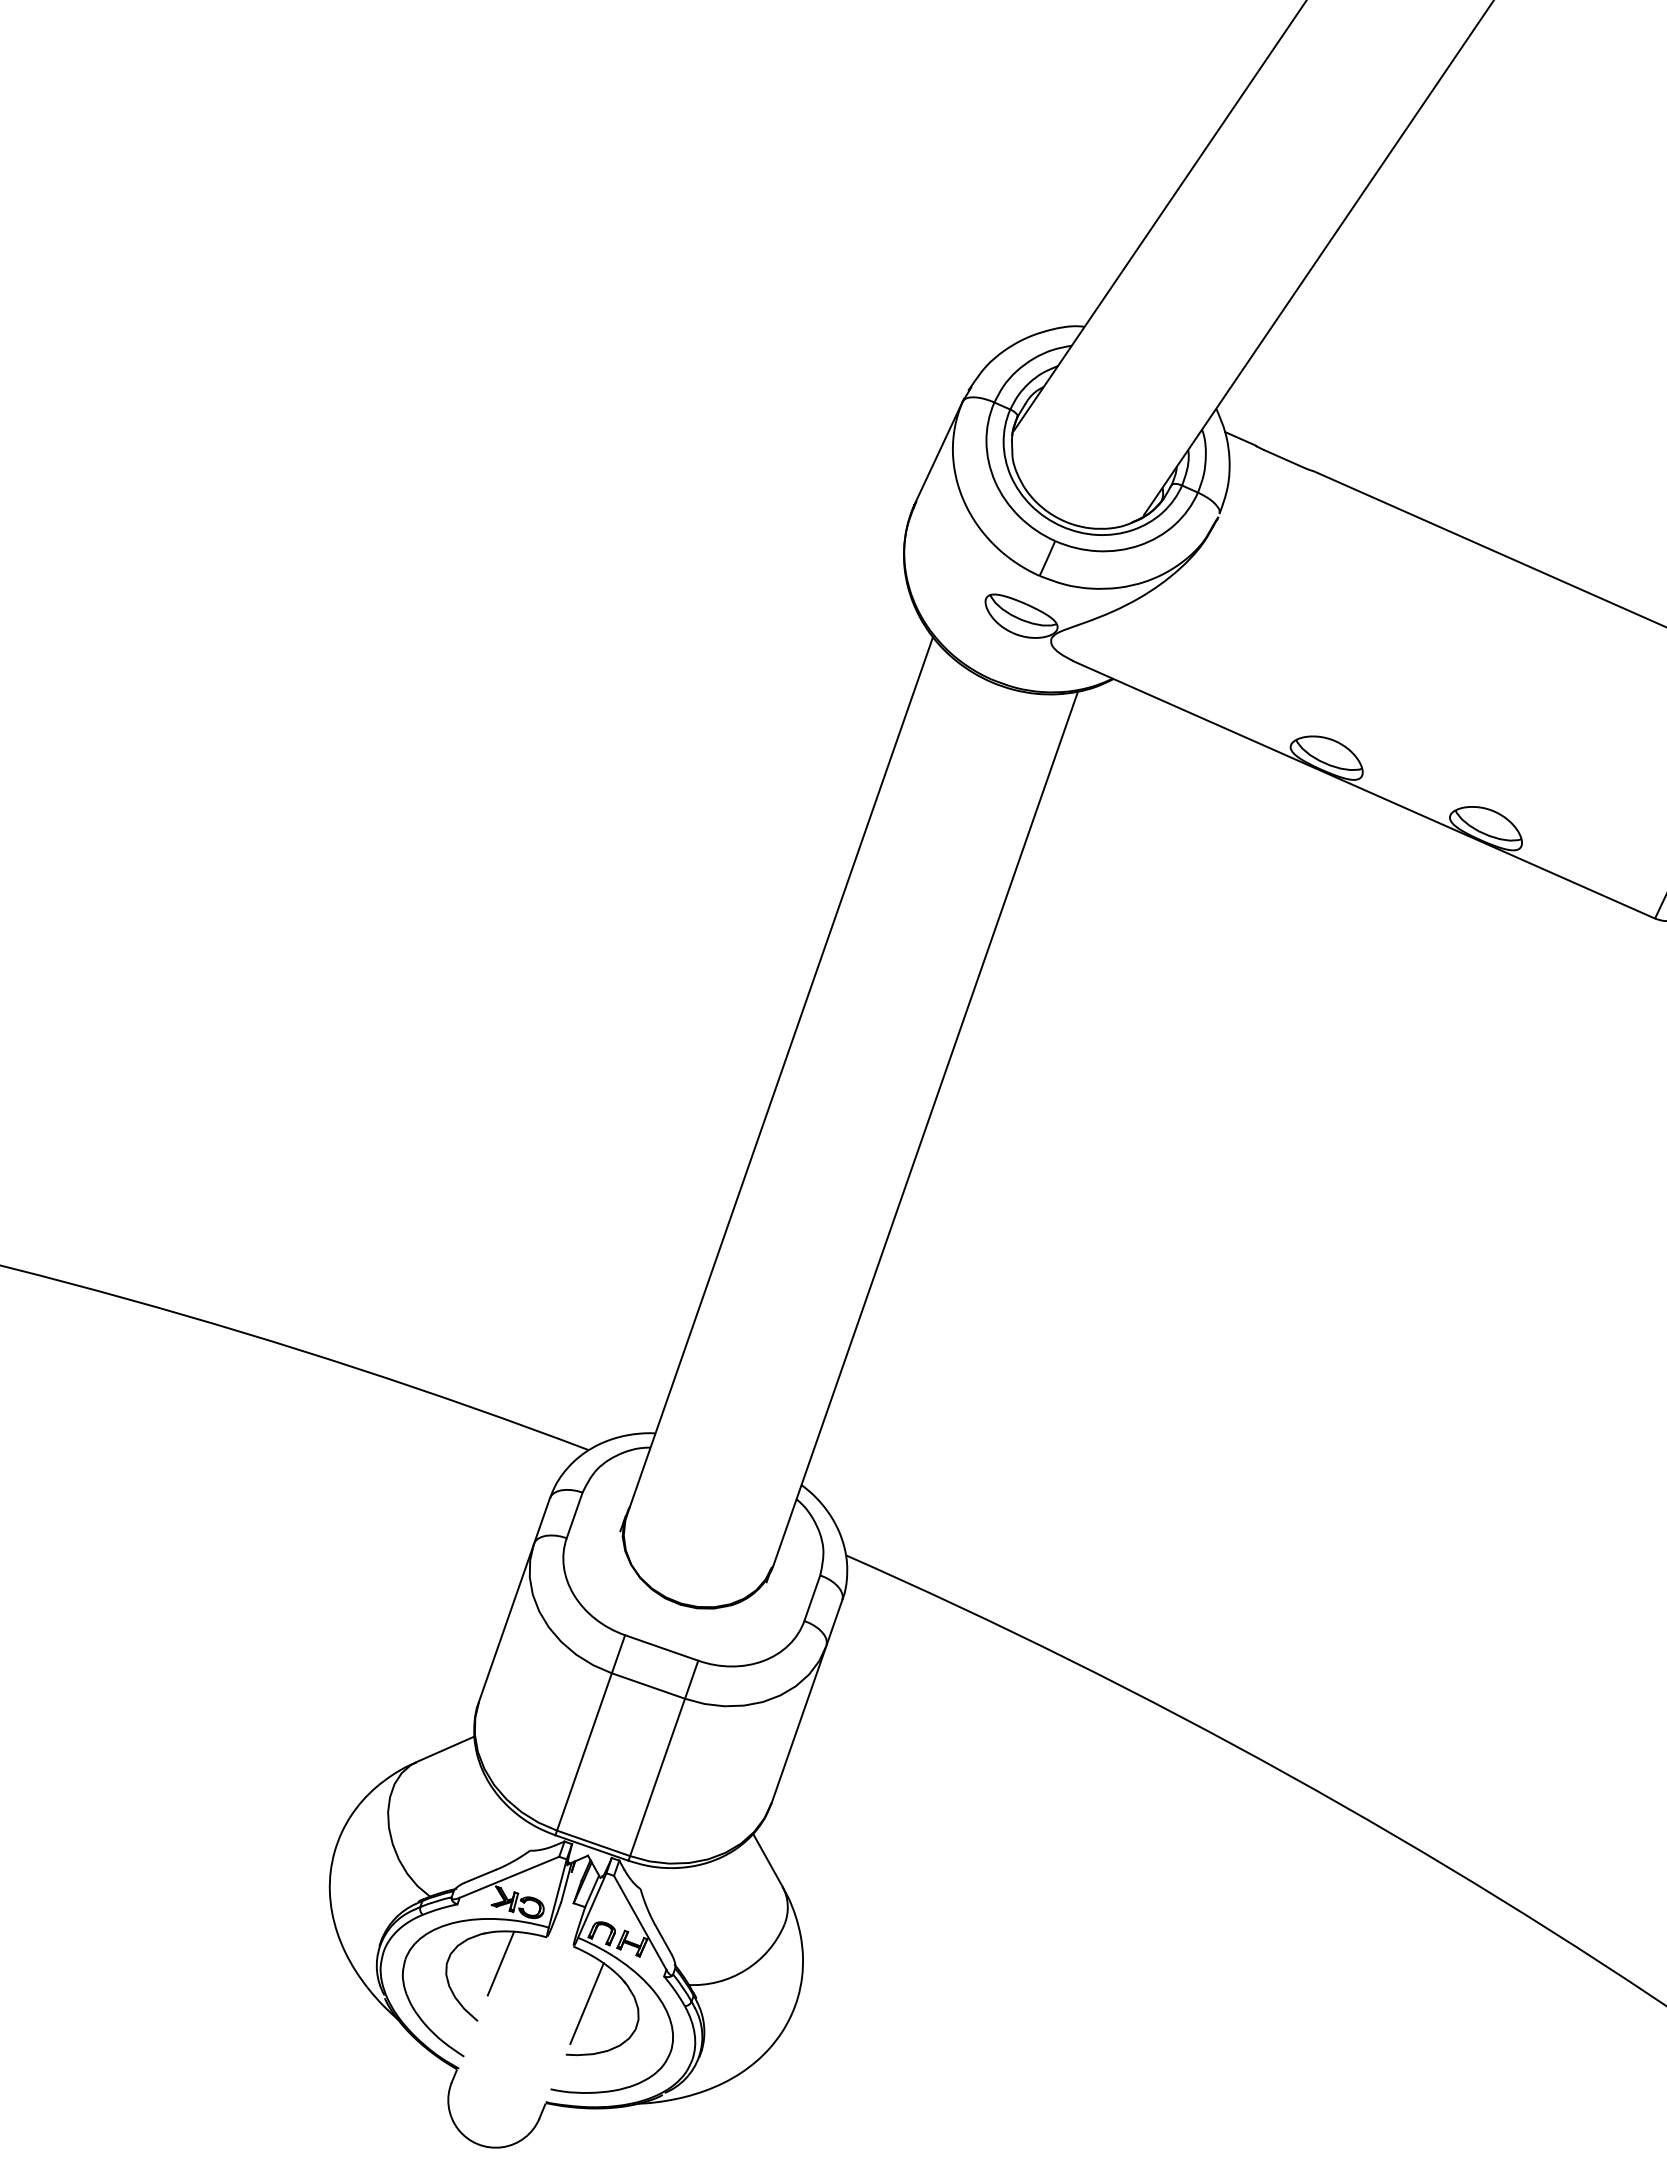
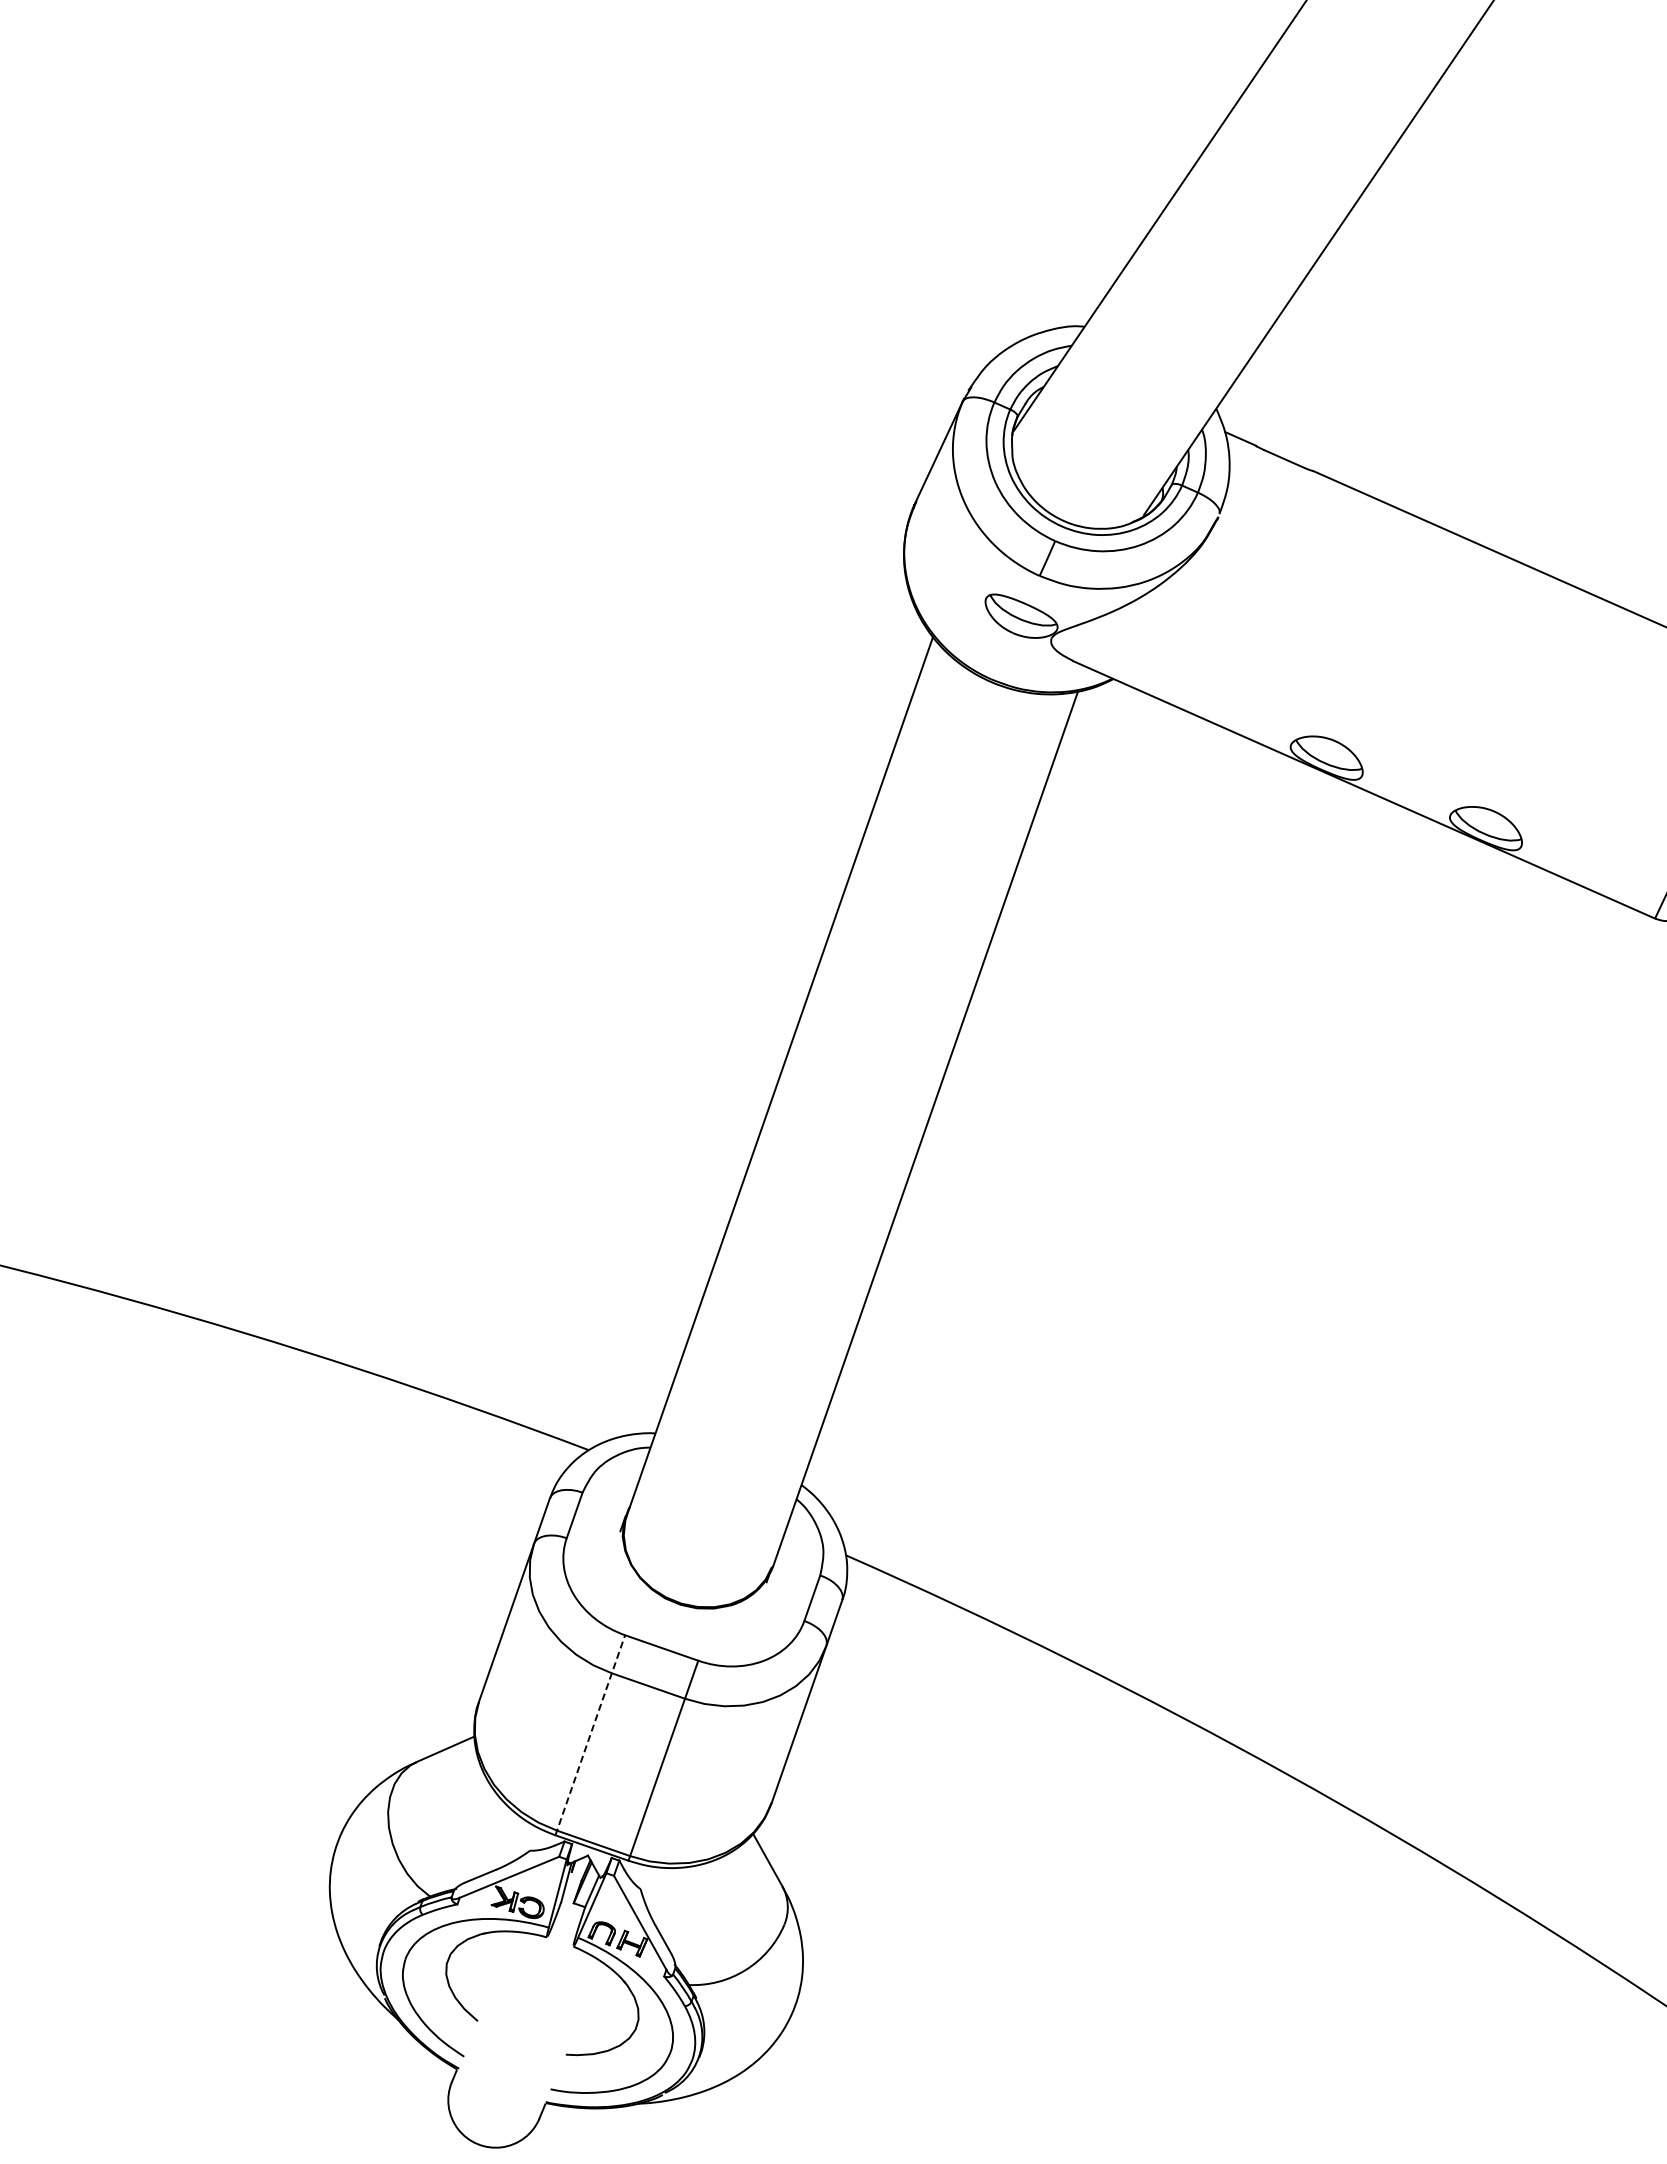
line at (590, 1735): solid -> dashed
line at (500, 1963): present -> none
line at (586, 2003): present -> none
